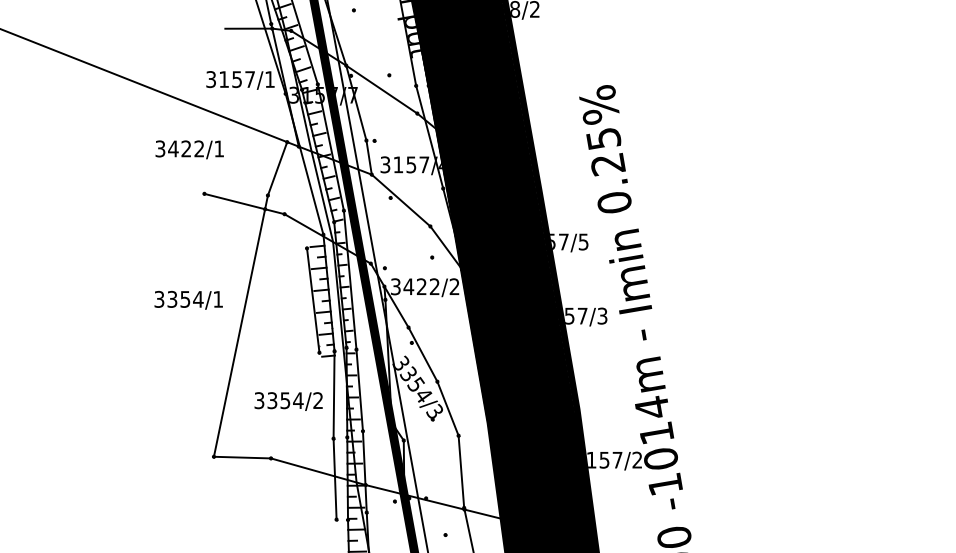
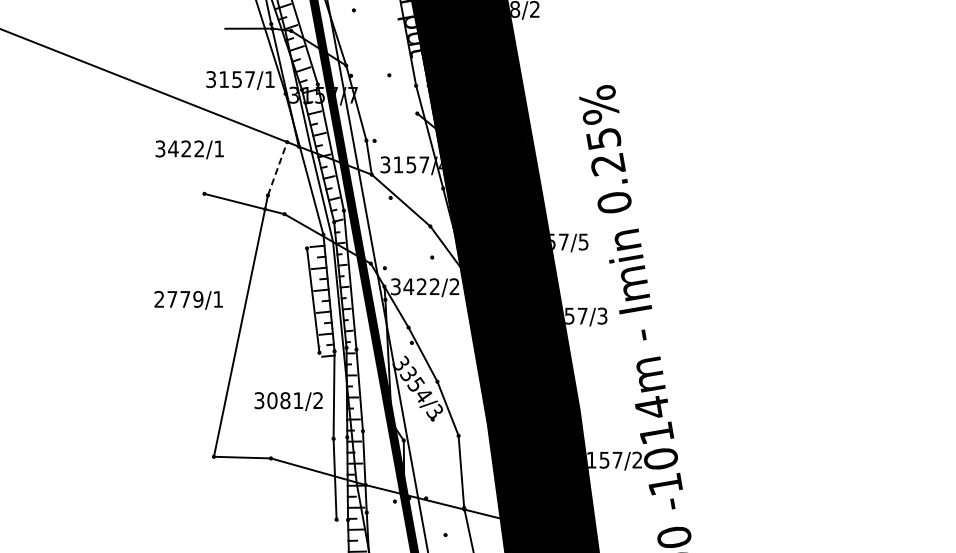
line at (381, 89): present -> none
line at (277, 168): solid -> dashed
text at (178, 298): 3354/1 -> 2779/1
text at (285, 400): 3354/2 -> 3081/2
